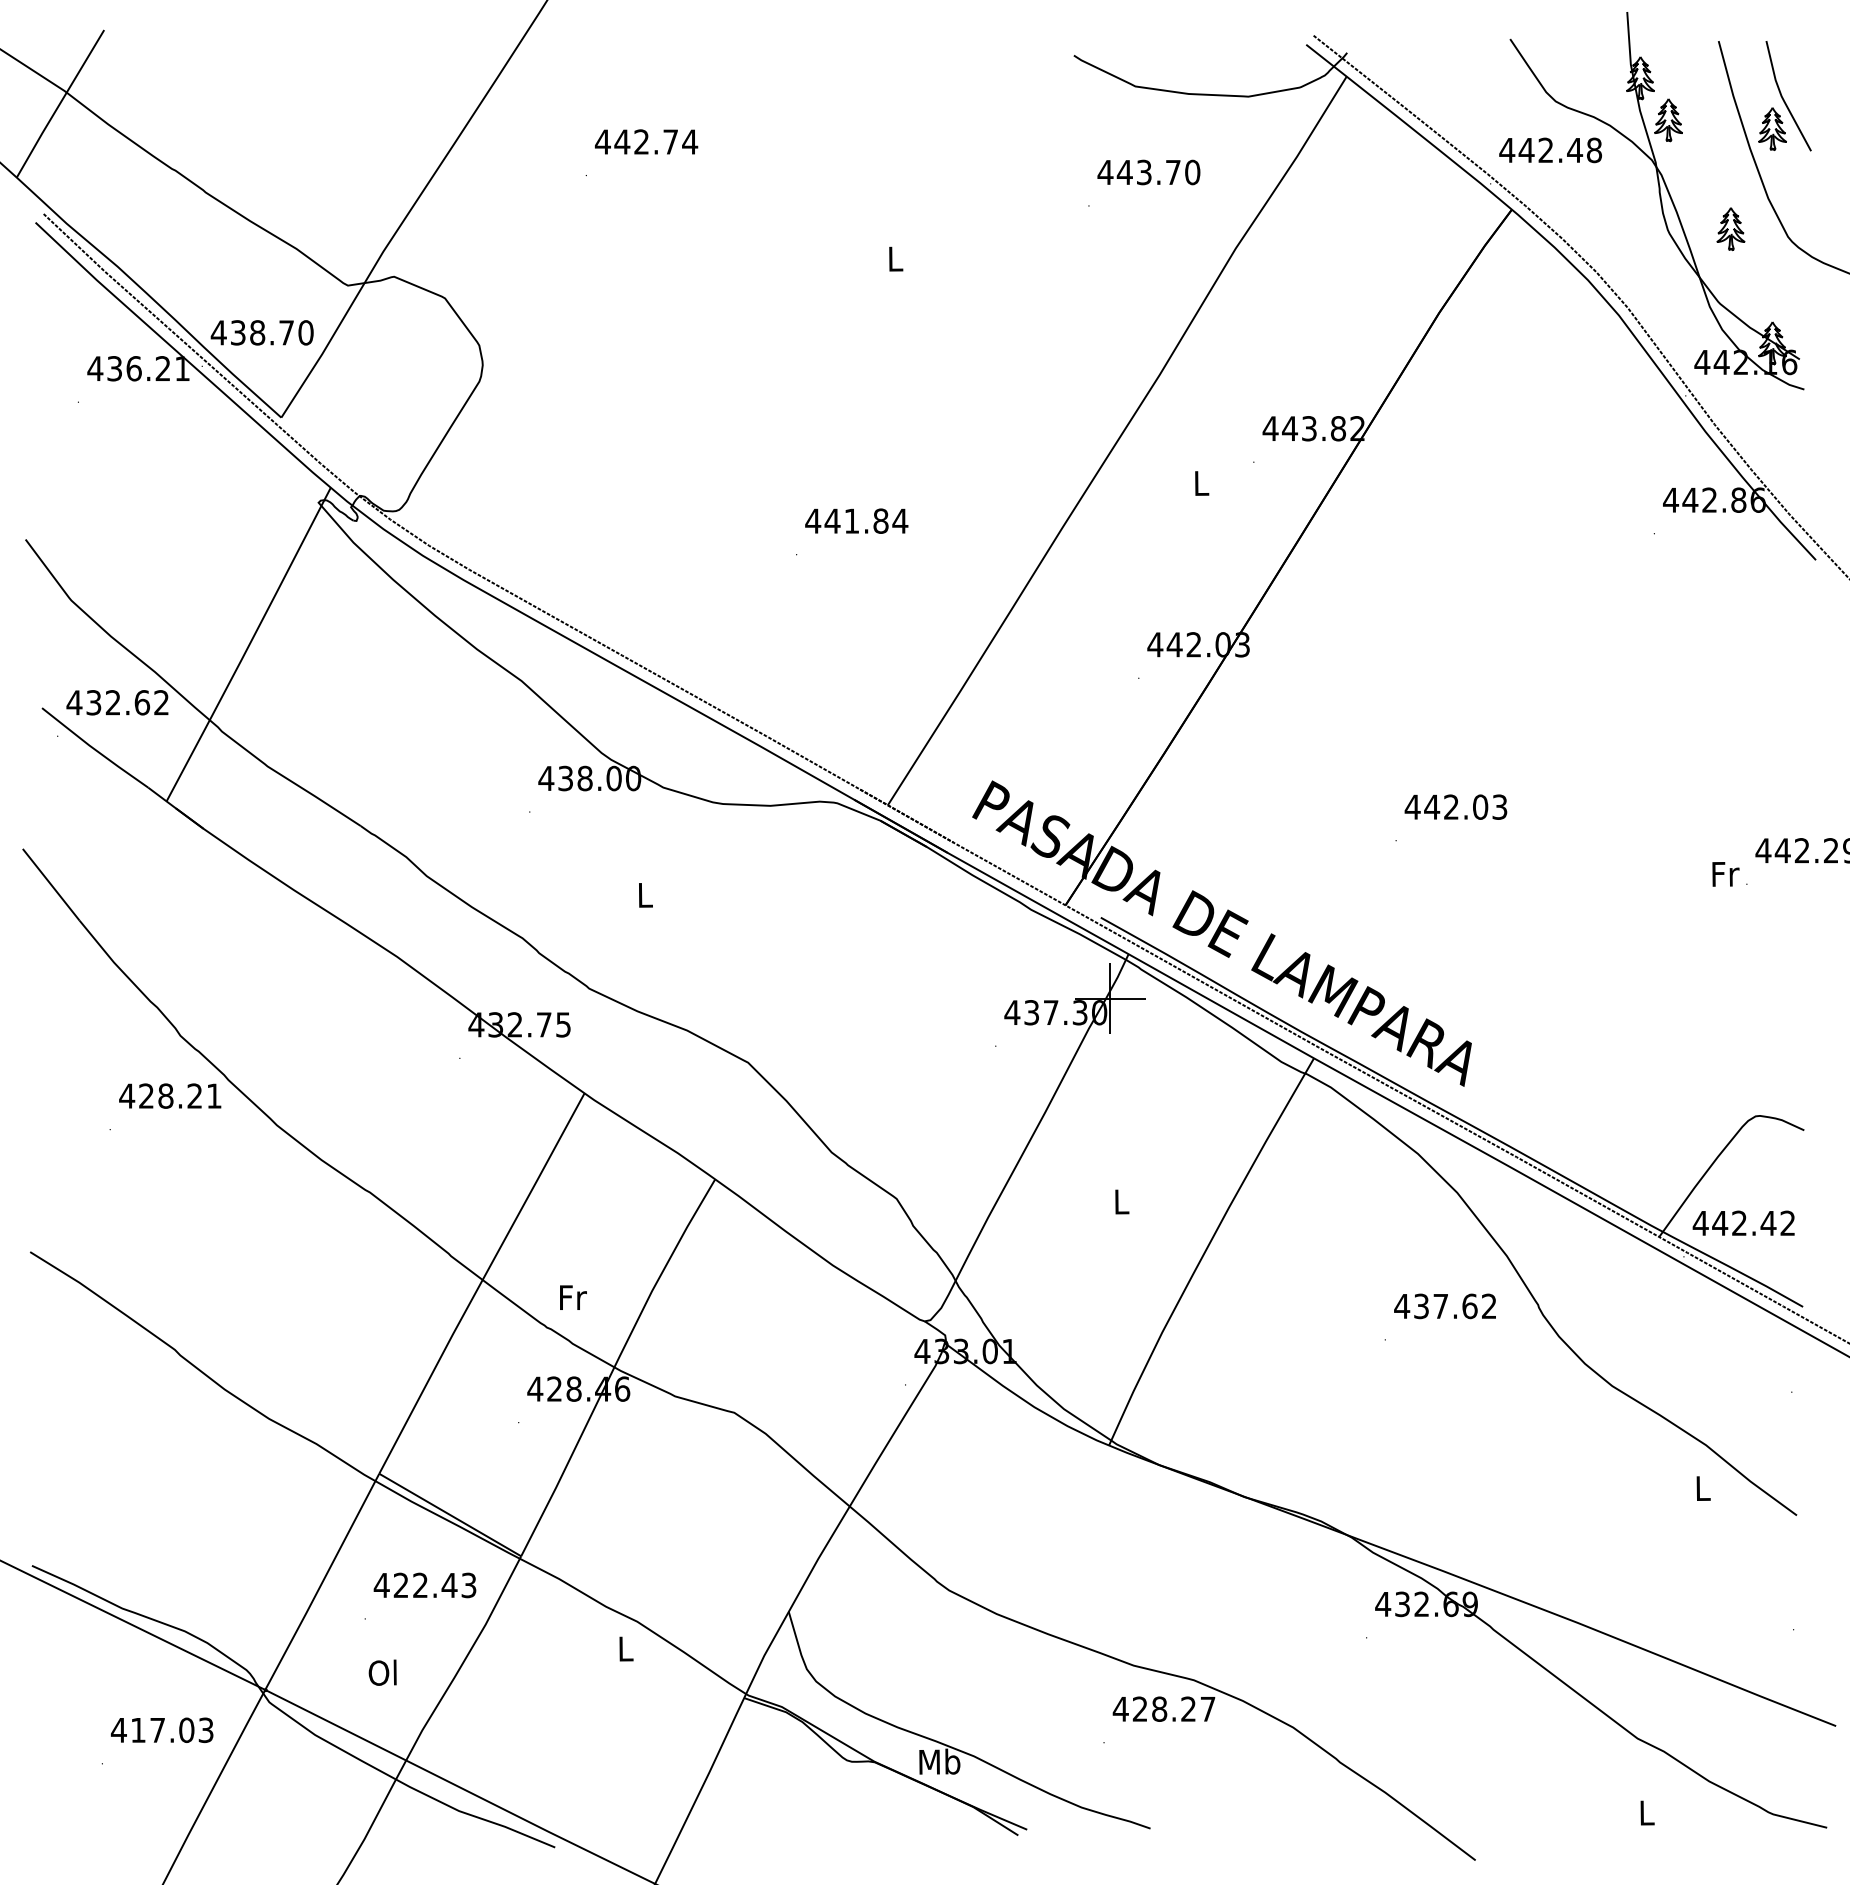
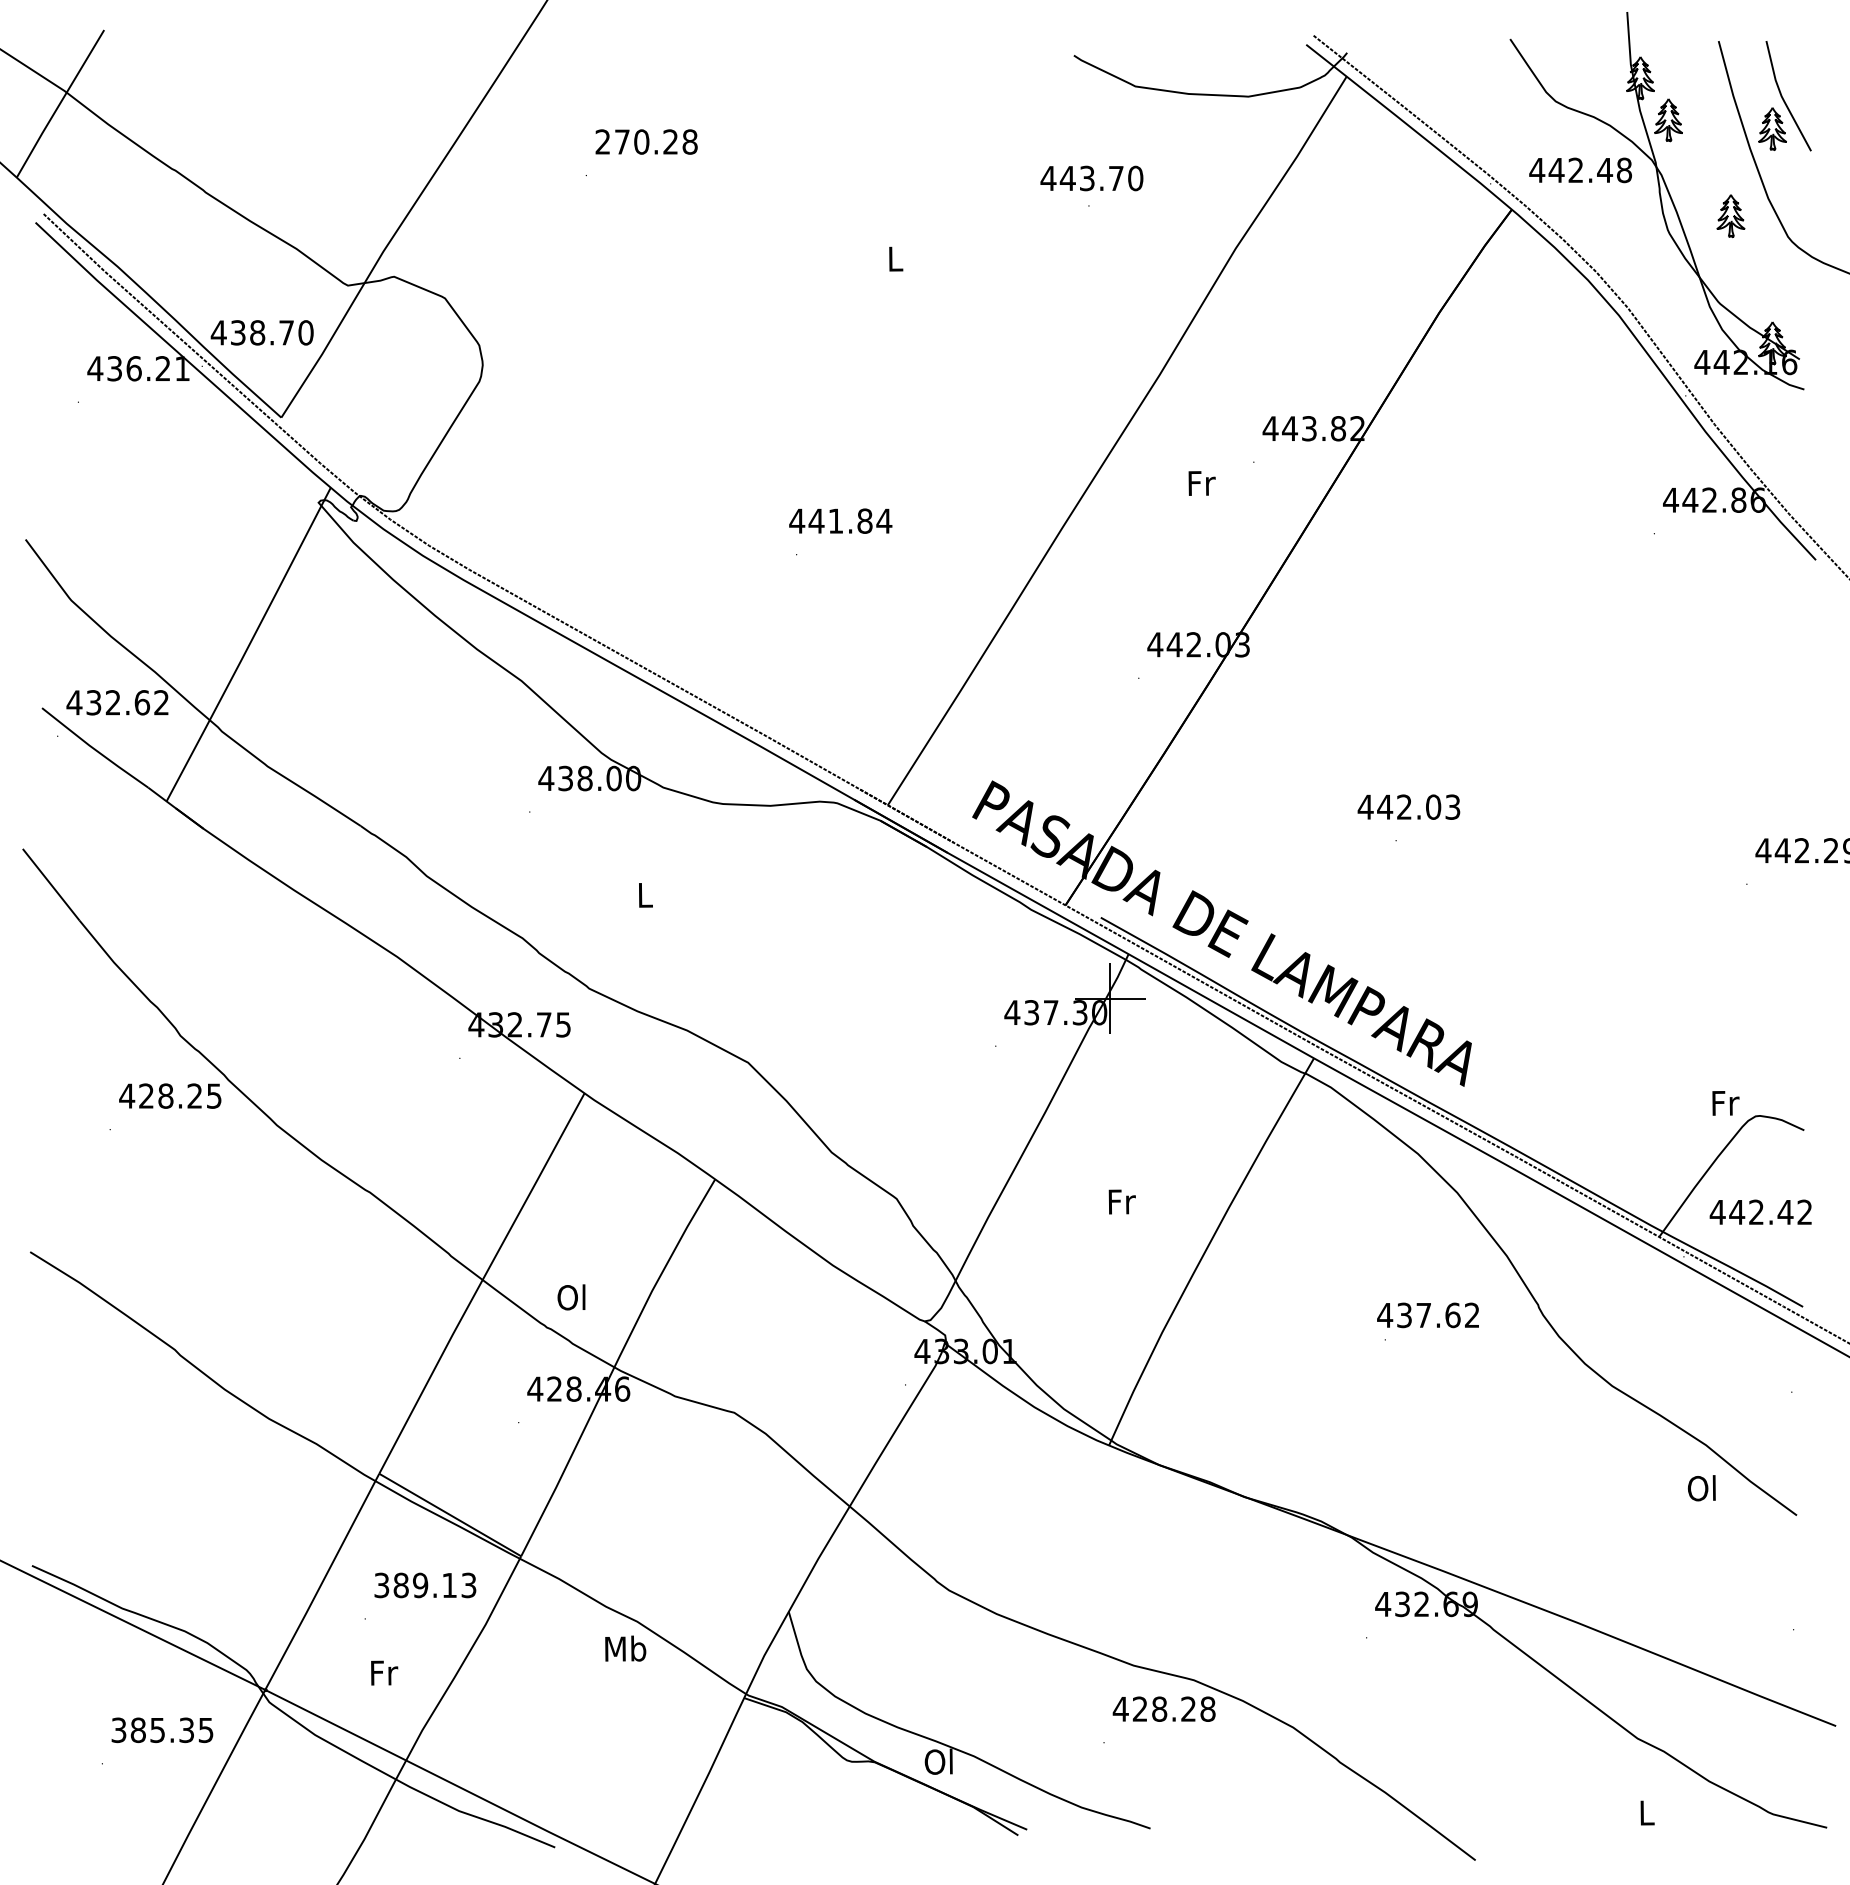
text at (646, 141): 442.74 -> 270.28
text at (1550, 150) position: (1550, 150) -> (1580, 170)
text at (1148, 172) position: (1148, 172) -> (1091, 178)
part at (1730, 229) position: (1730, 229) -> (1730, 216)
text at (1201, 483): L -> Fr
text at (856, 520) position: (856, 520) -> (840, 520)
text at (1455, 806) position: (1455, 806) -> (1408, 806)
text at (1725, 874) position: (1725, 874) -> (1725, 1103)
text at (214, 1095): 428.21 -> 428.25
text at (1121, 1201): L -> Fr
text at (1743, 1222) position: (1743, 1222) -> (1760, 1211)
text at (571, 1297): Fr -> Ol
text at (1444, 1306) position: (1444, 1306) -> (1427, 1315)
text at (1701, 1488): L -> Ol
text at (415, 1585): 422.43 -> 389.13
text at (625, 1648): L -> Mb
text at (383, 1672): Ol -> Fr
text at (1207, 1708): 428.27 -> 428.28
text at (161, 1730): 417.03 -> 385.35
text at (939, 1761): Mb -> Ol
